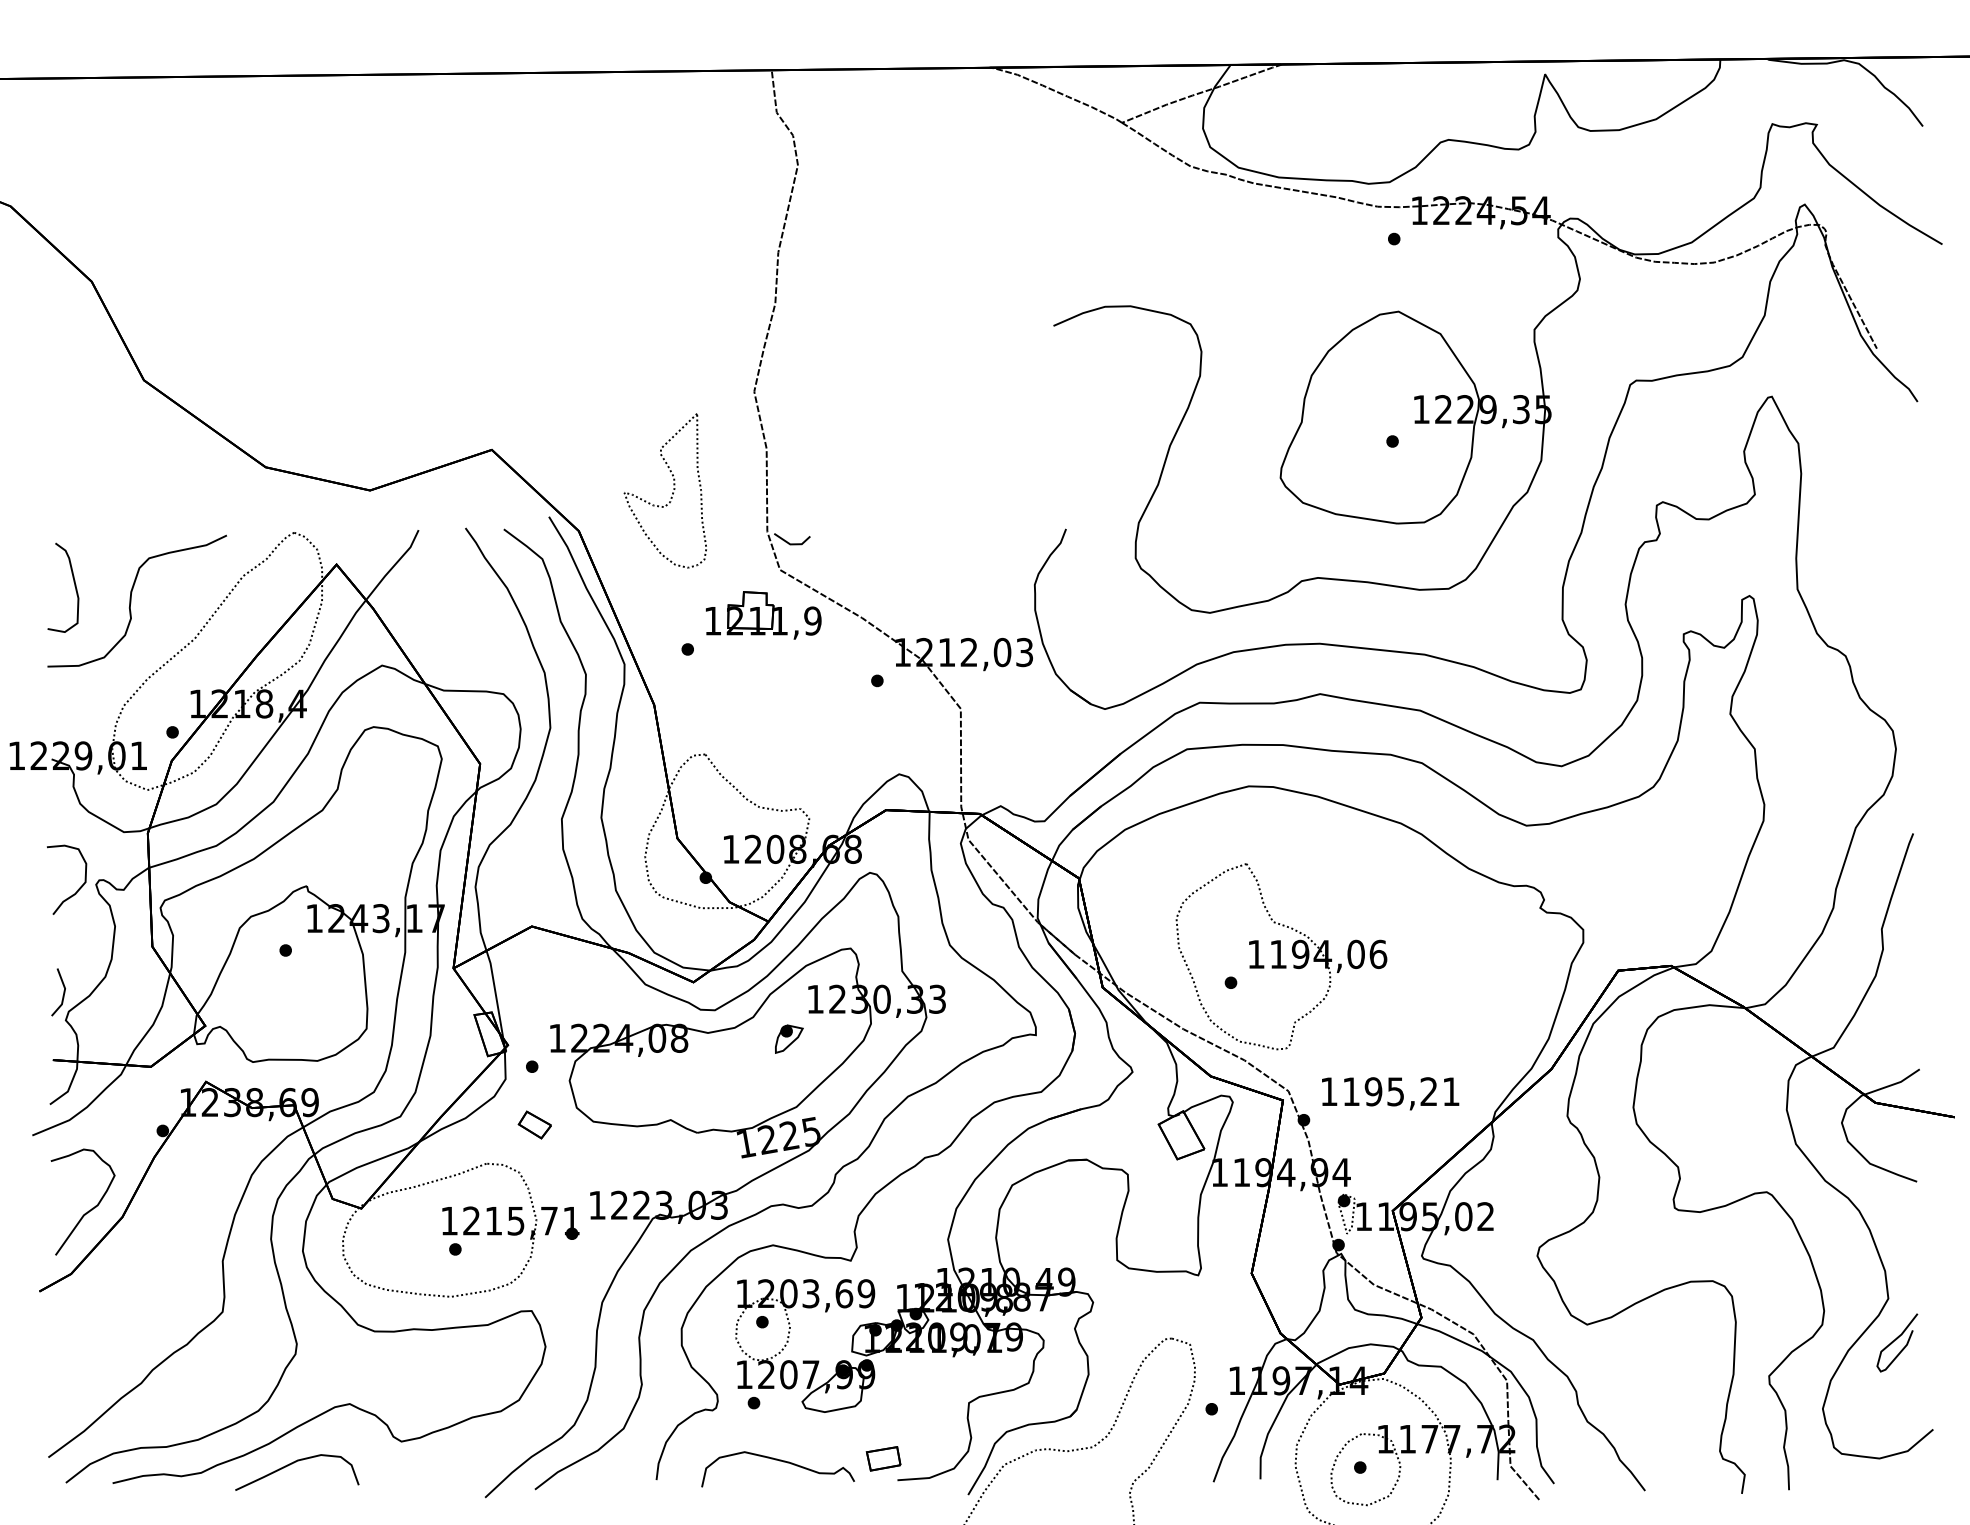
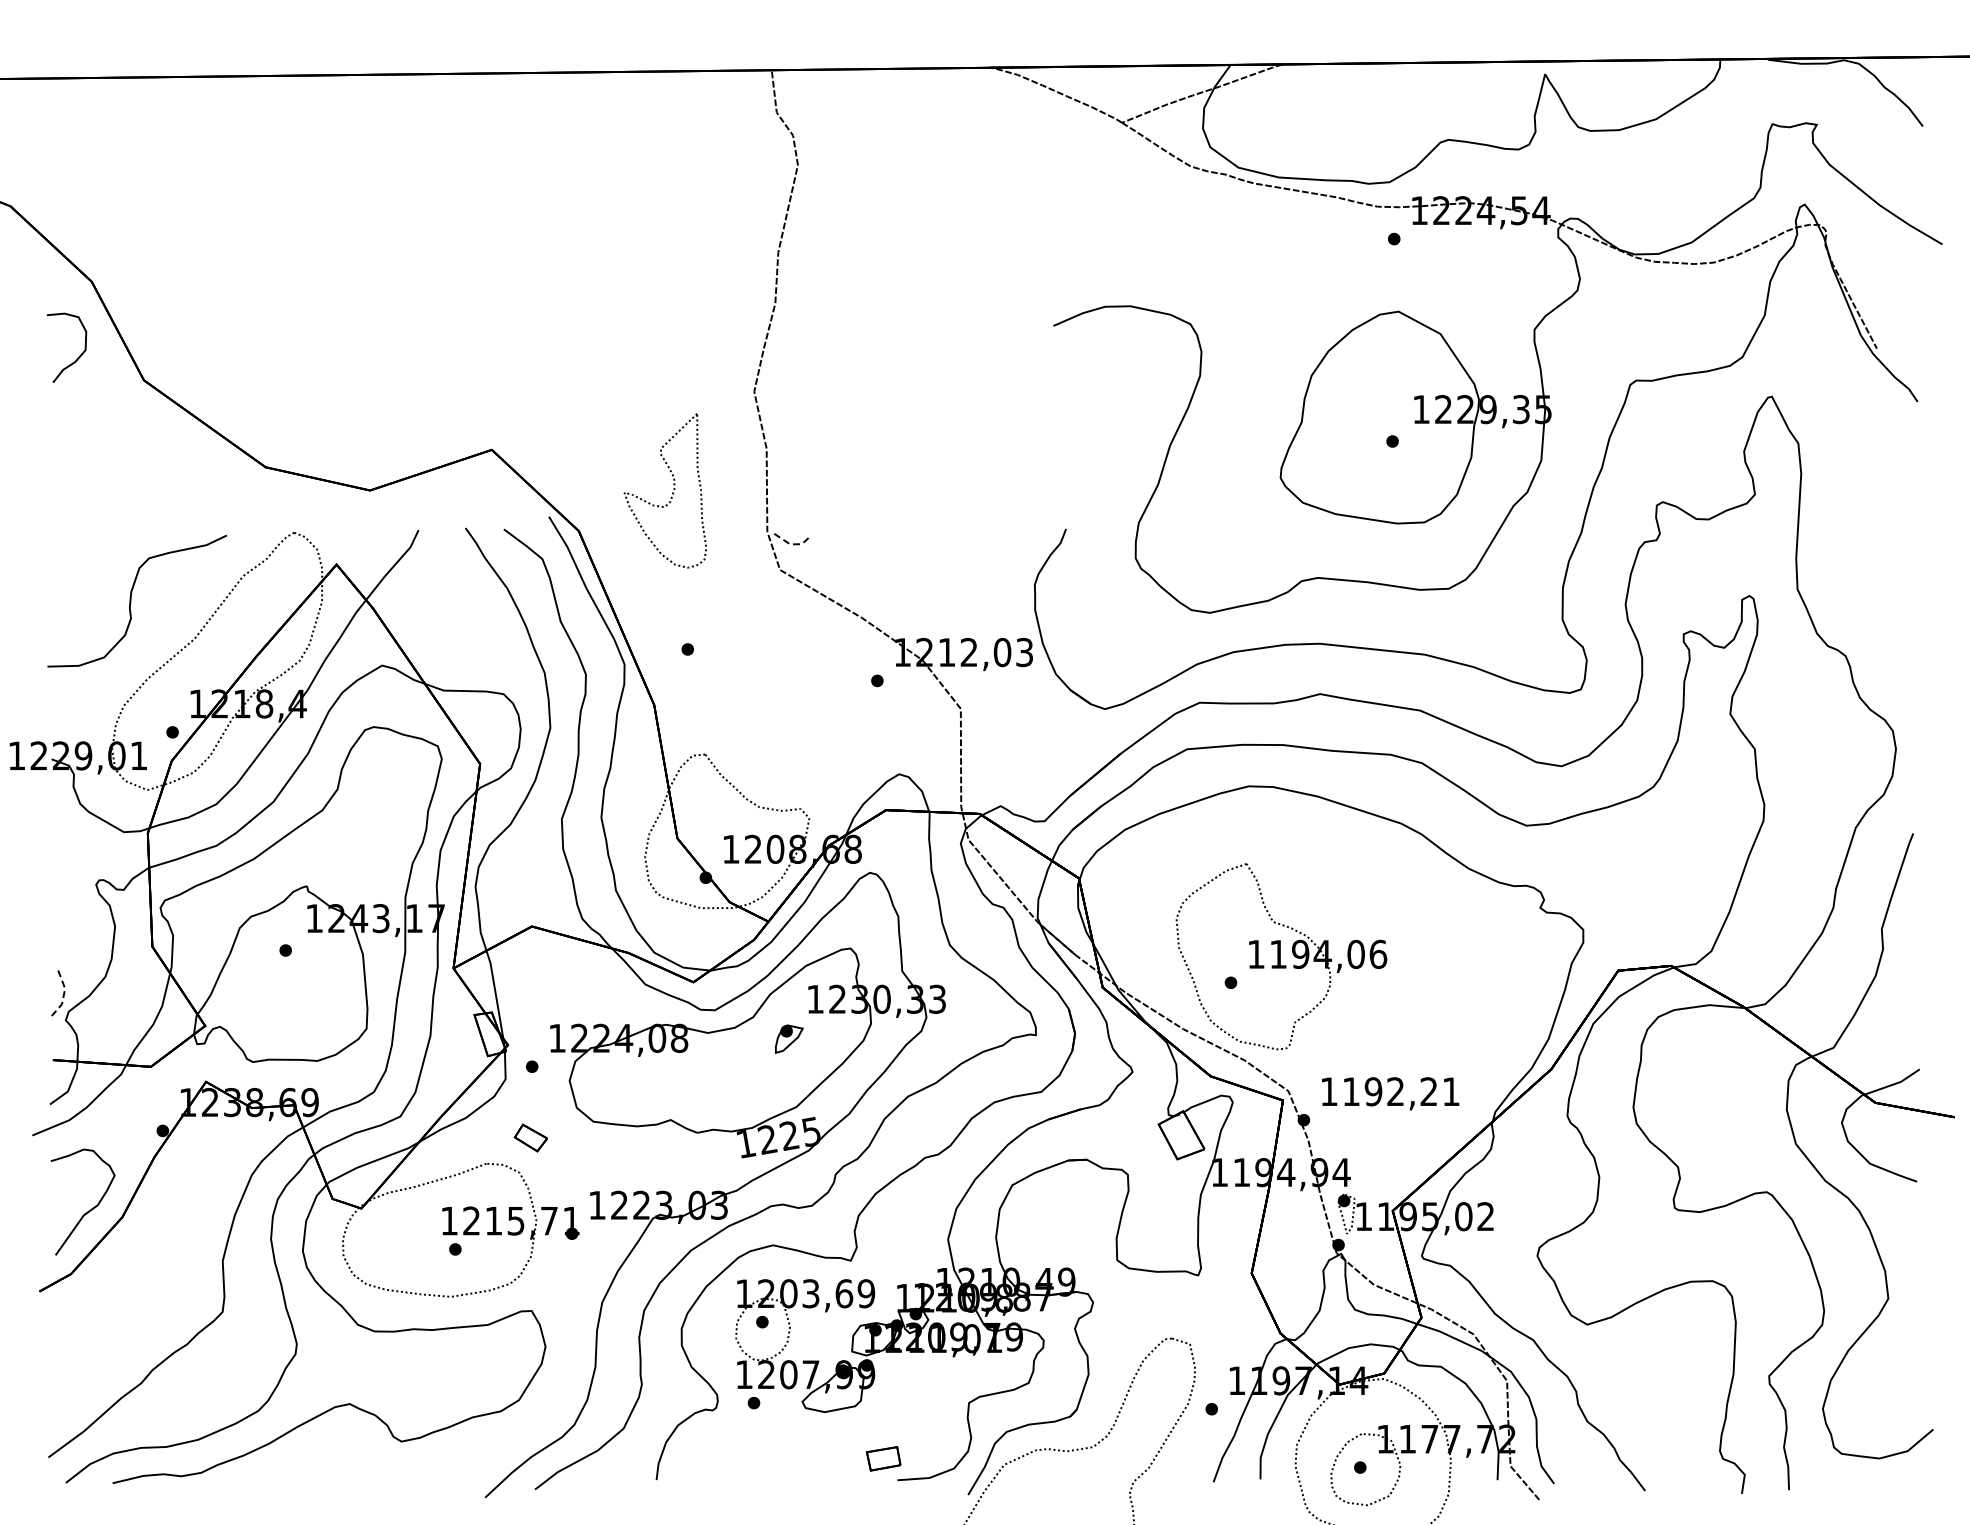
line at (792, 544): solid -> dashed
curve at (74, 586): present -> none
part at (763, 615): present -> none
curve at (77, 889) position: (77, 889) -> (77, 357)
line at (64, 993): solid -> dashed
text at (1395, 1091): 1195,21 -> 1192,21
part at (534, 1124) position: (534, 1124) -> (530, 1137)
curve at (1896, 1340): present -> none
curve at (779, 1461): present -> none
curve at (292, 1464): present -> none
